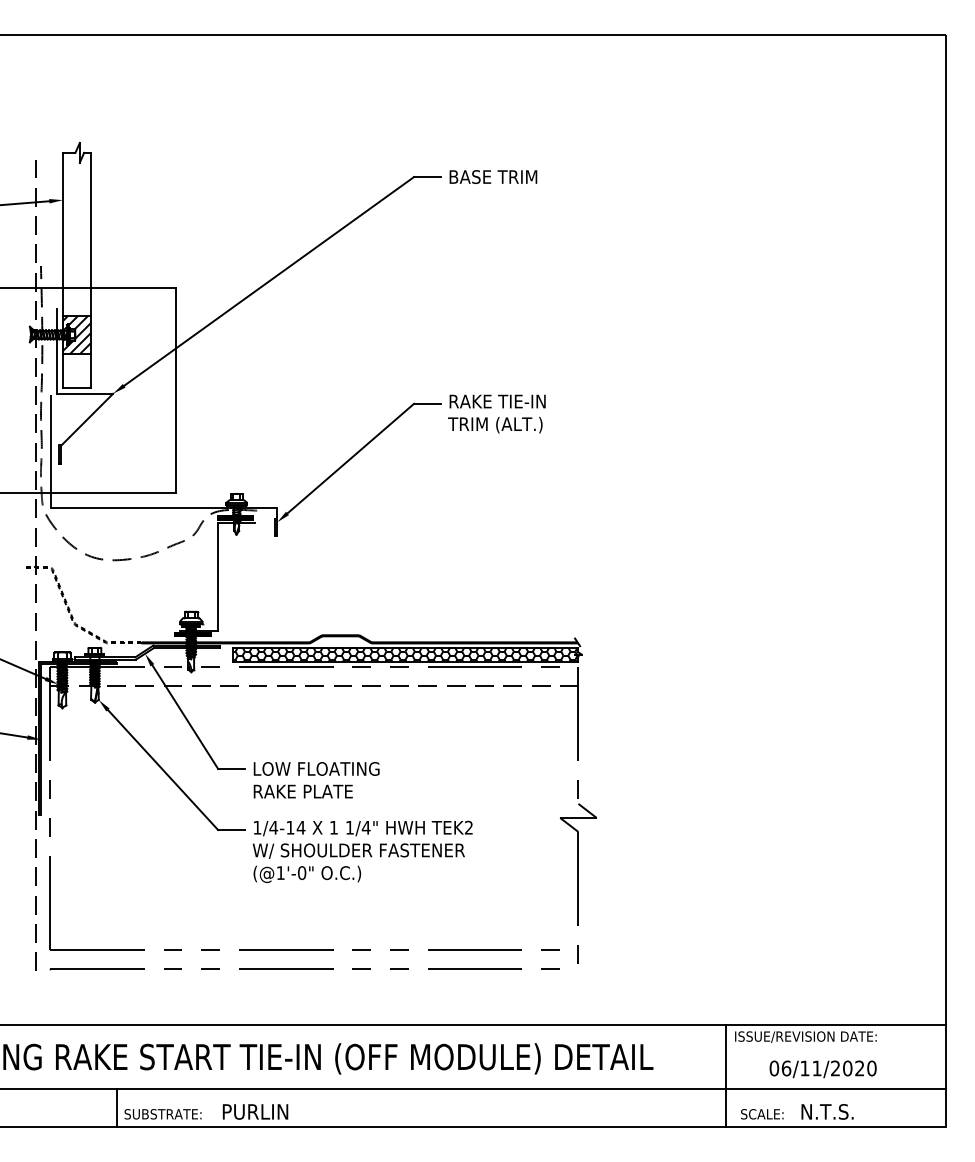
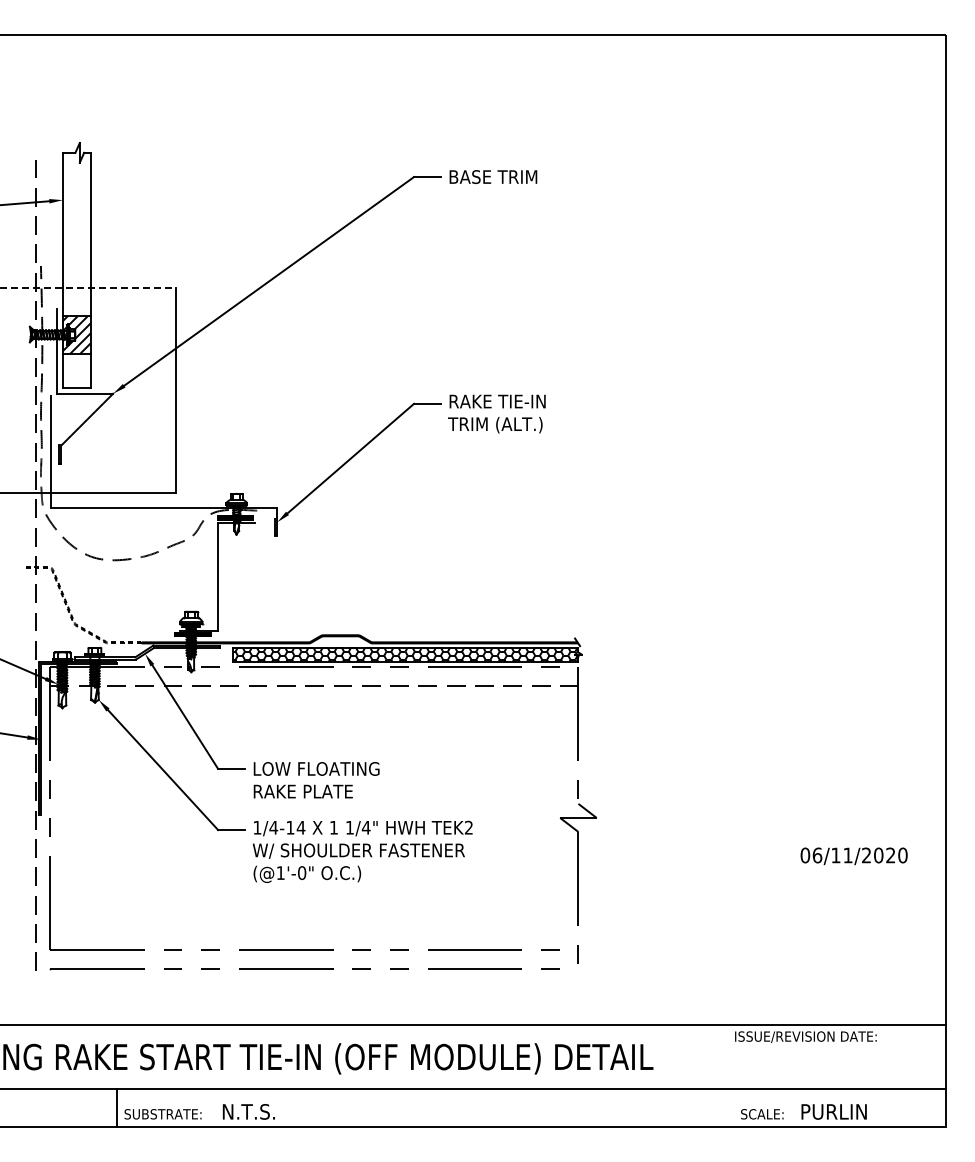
line at (88, 287): solid -> dashed
text at (822, 1069) position: (822, 1069) -> (853, 856)
line at (726, 1075): present -> none
text at (256, 1111): PURLIN -> N.T.S.
text at (834, 1111): N.T.S. -> PURLIN
